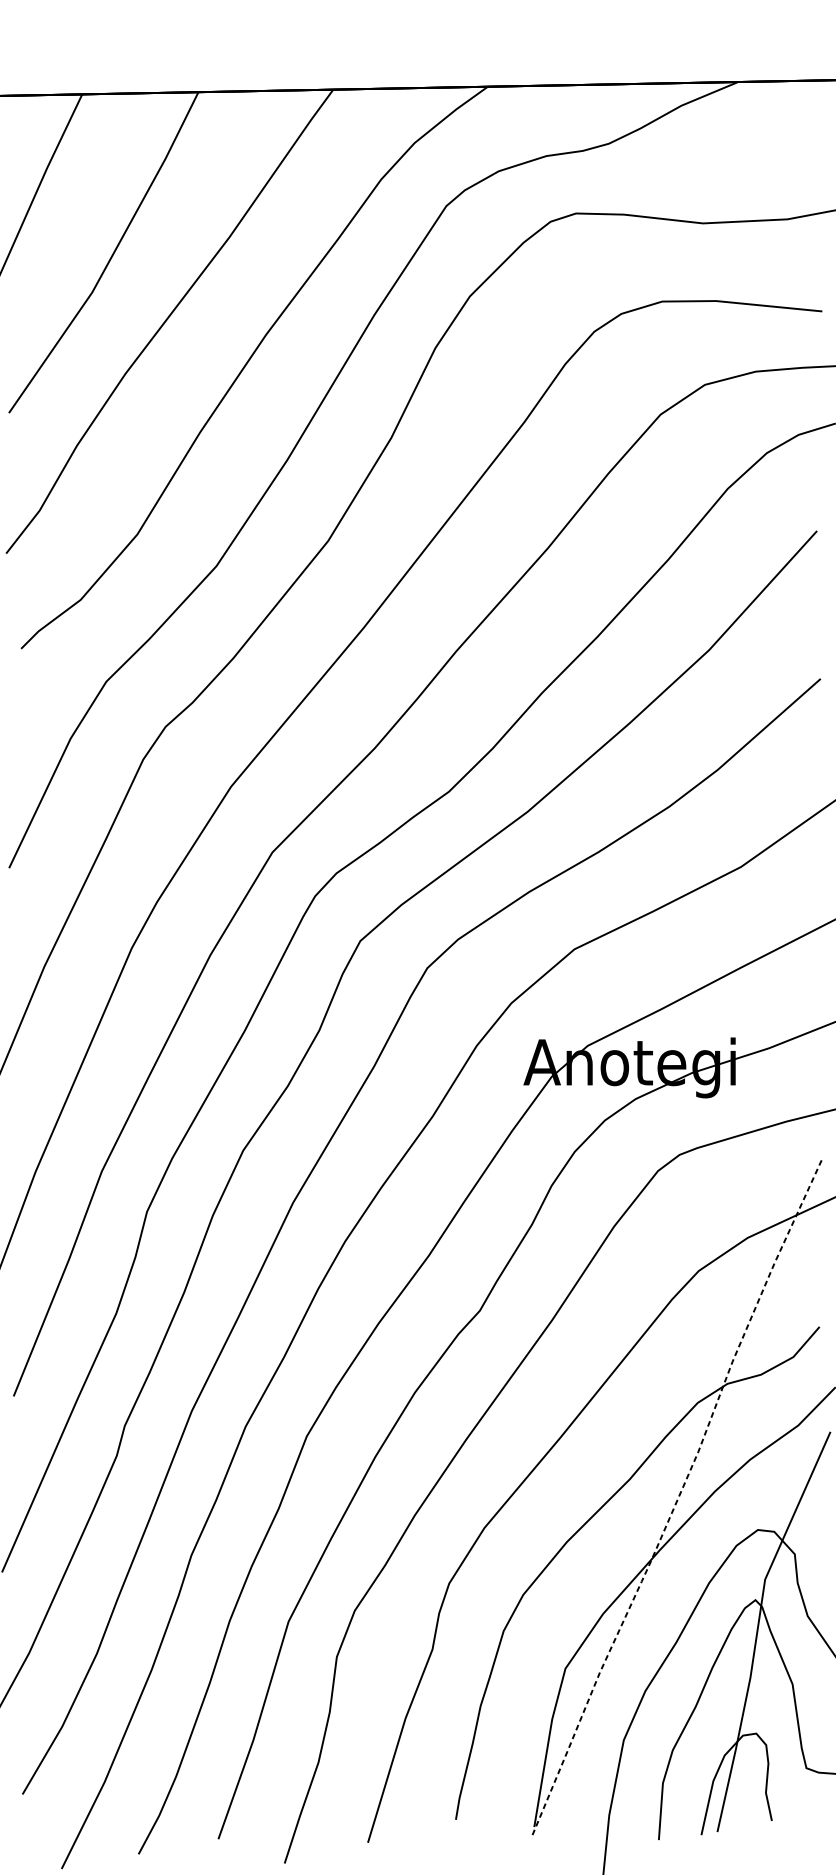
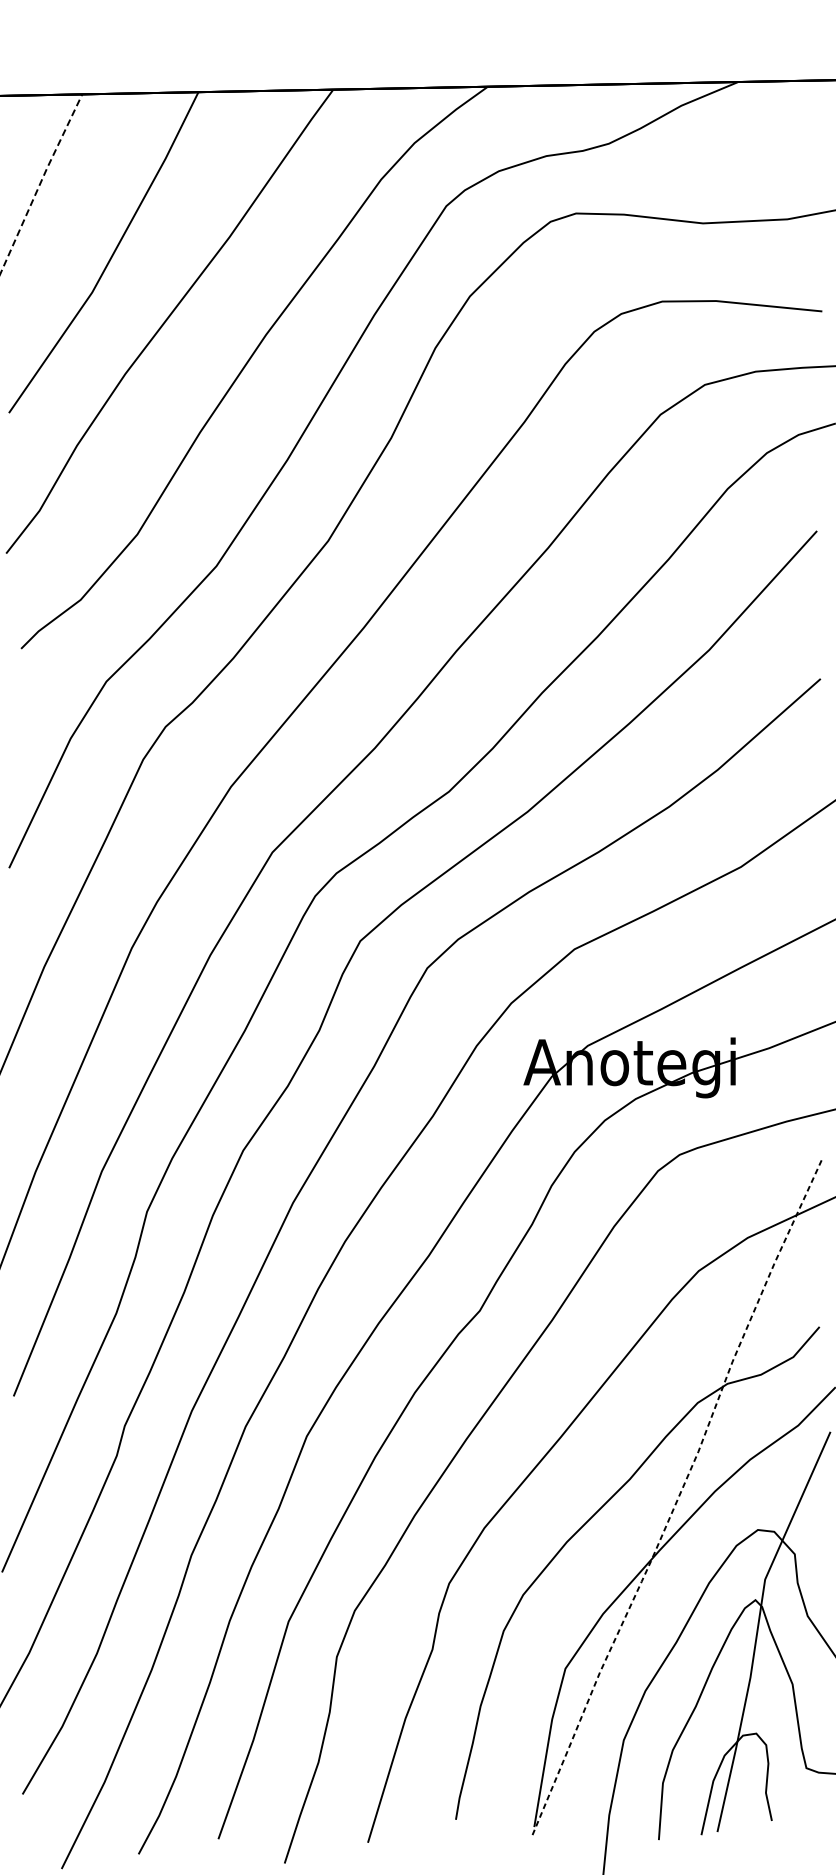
line at (40, 183): solid -> dashed
